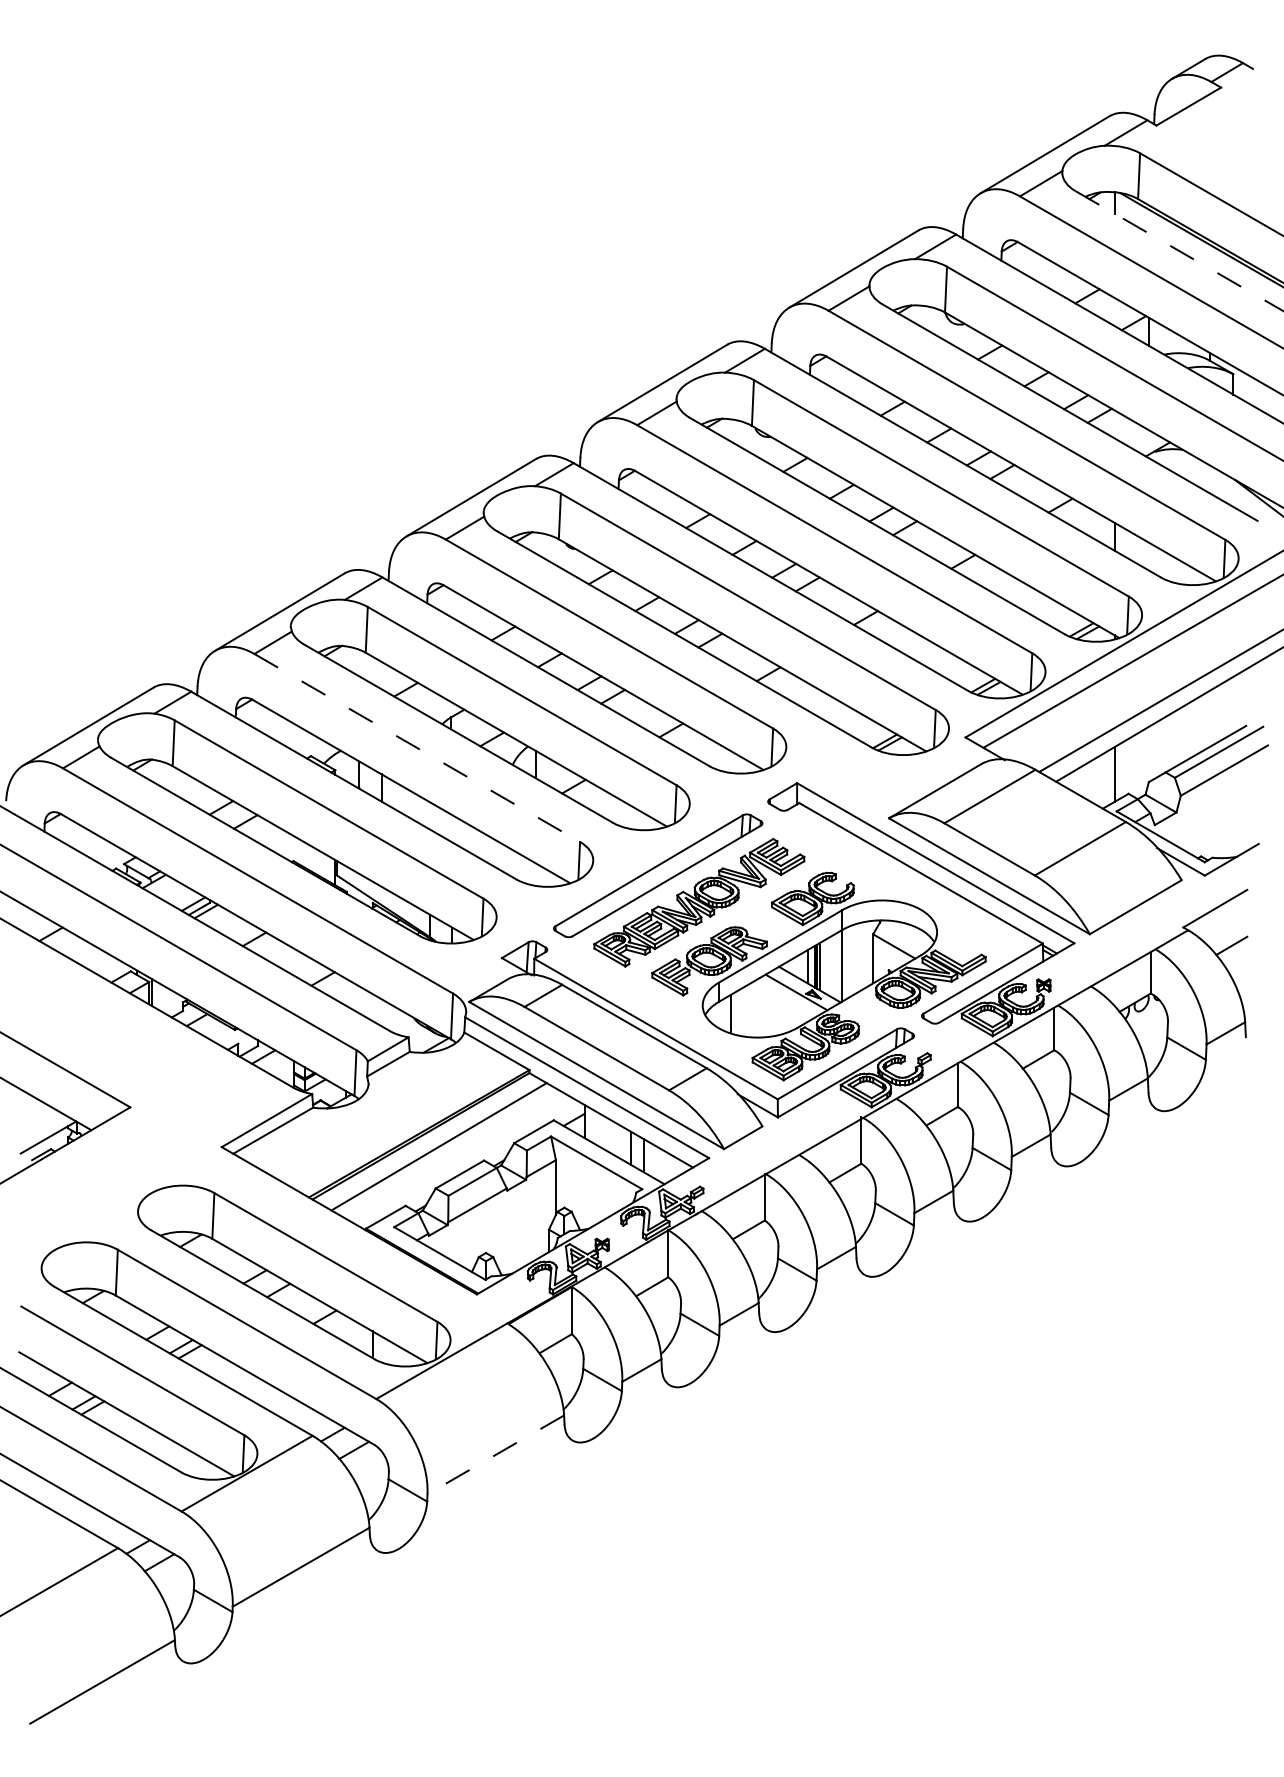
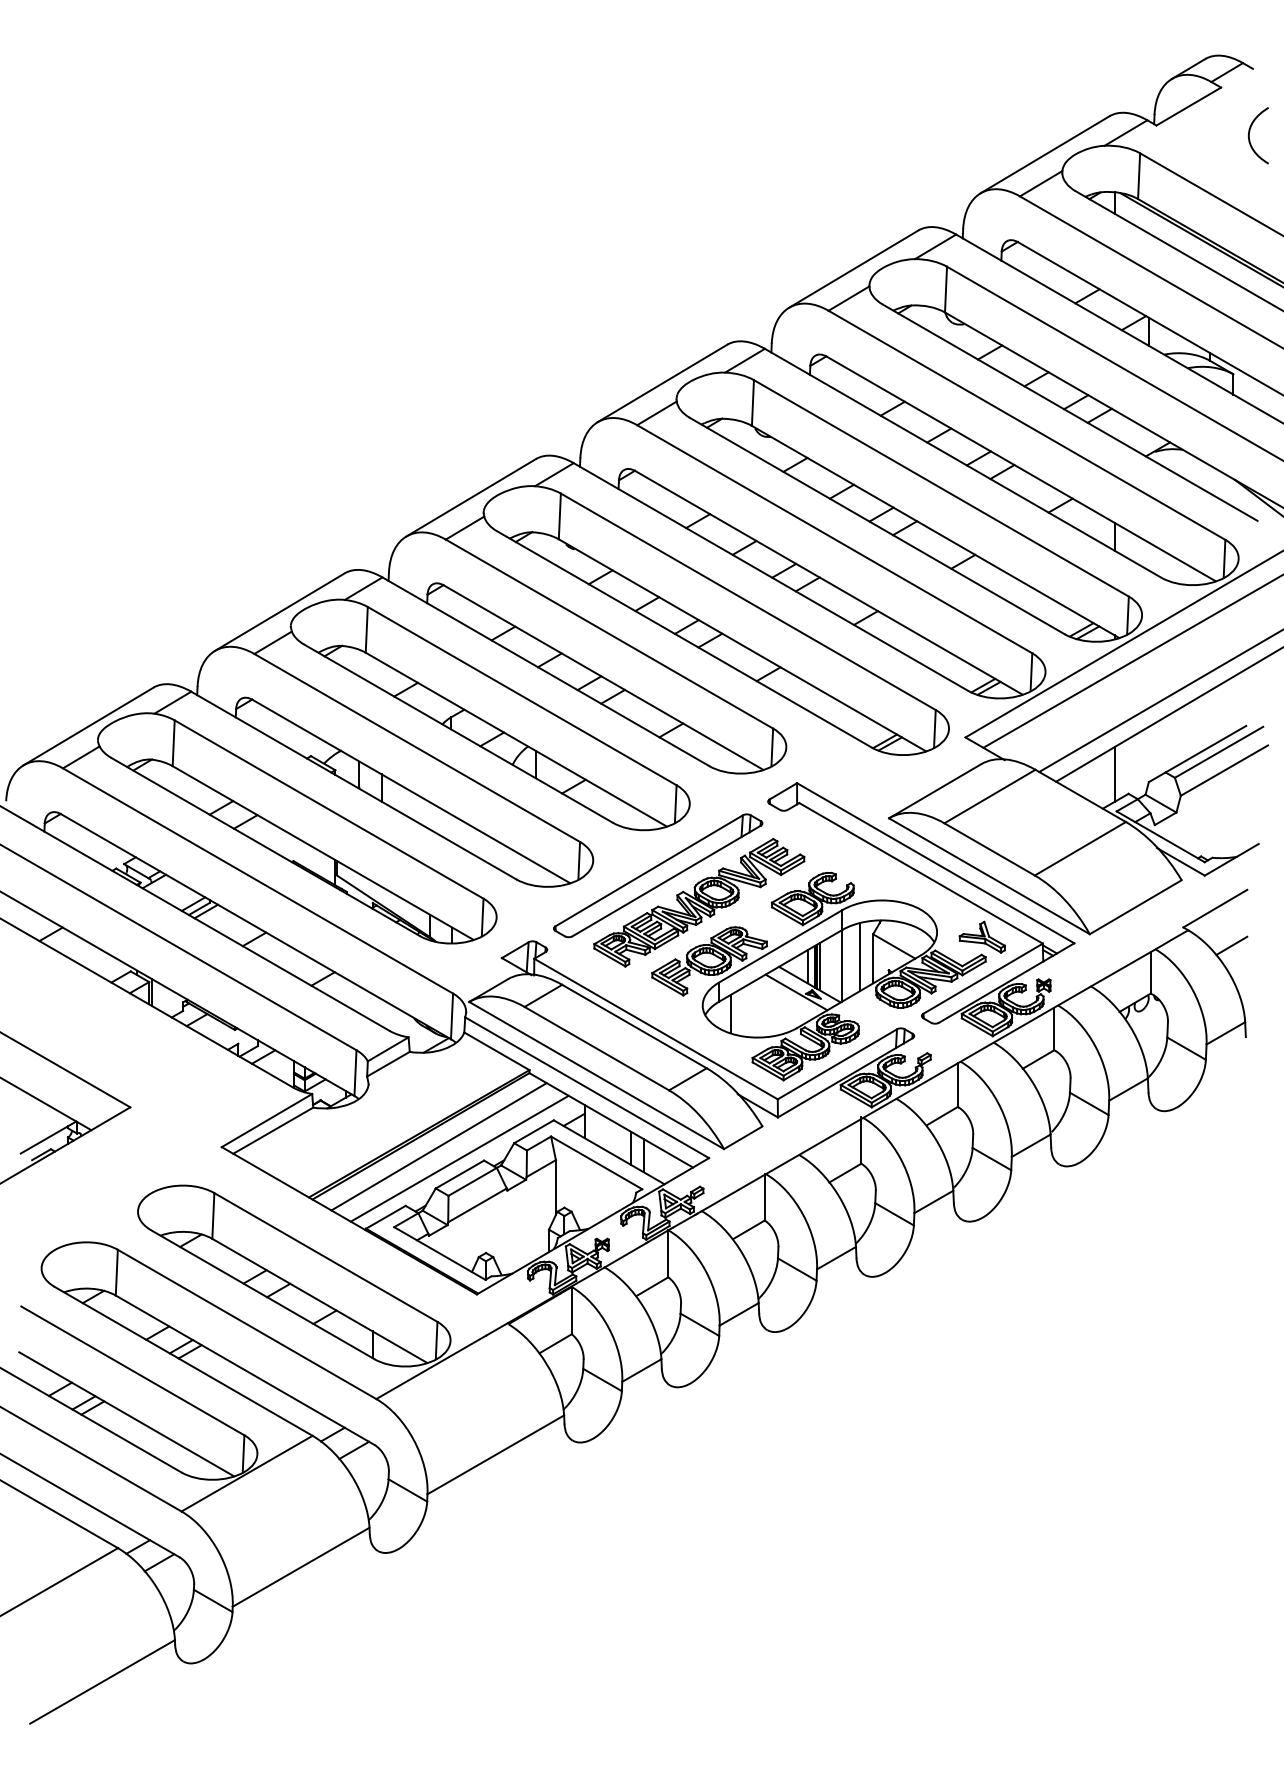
curve at (1250, 131): none -> present
line at (1179, 251): dashed -> solid
line at (417, 748): dashed -> solid
part at (981, 936): none -> present
line at (860, 957): none -> present
line at (459, 1158): none -> present
line at (495, 1454): dashed -> solid
